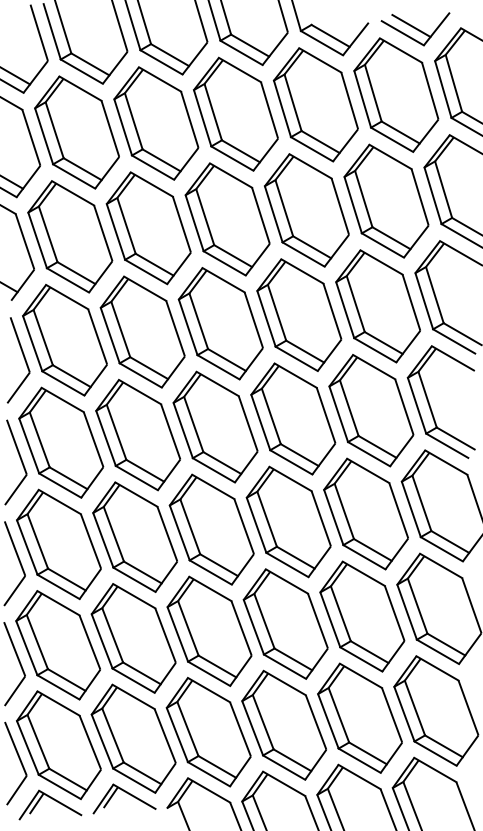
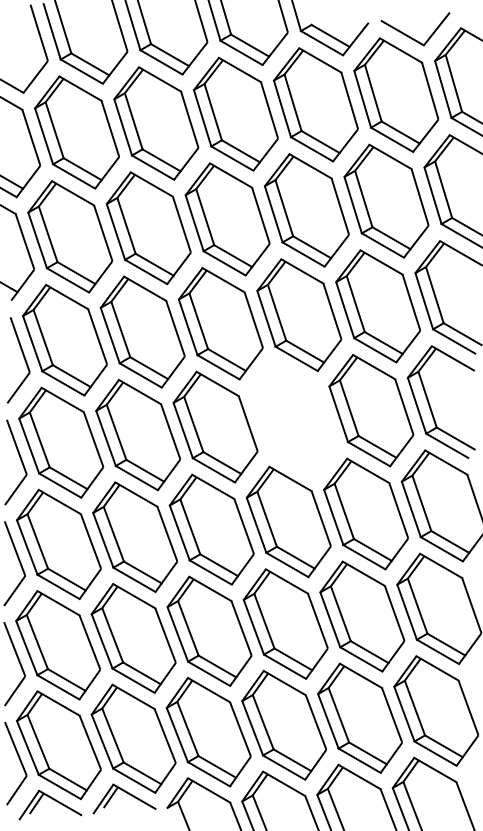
line at (411, 25): present -> none
line at (16, 76): present -> none
part at (293, 418): present -> none
